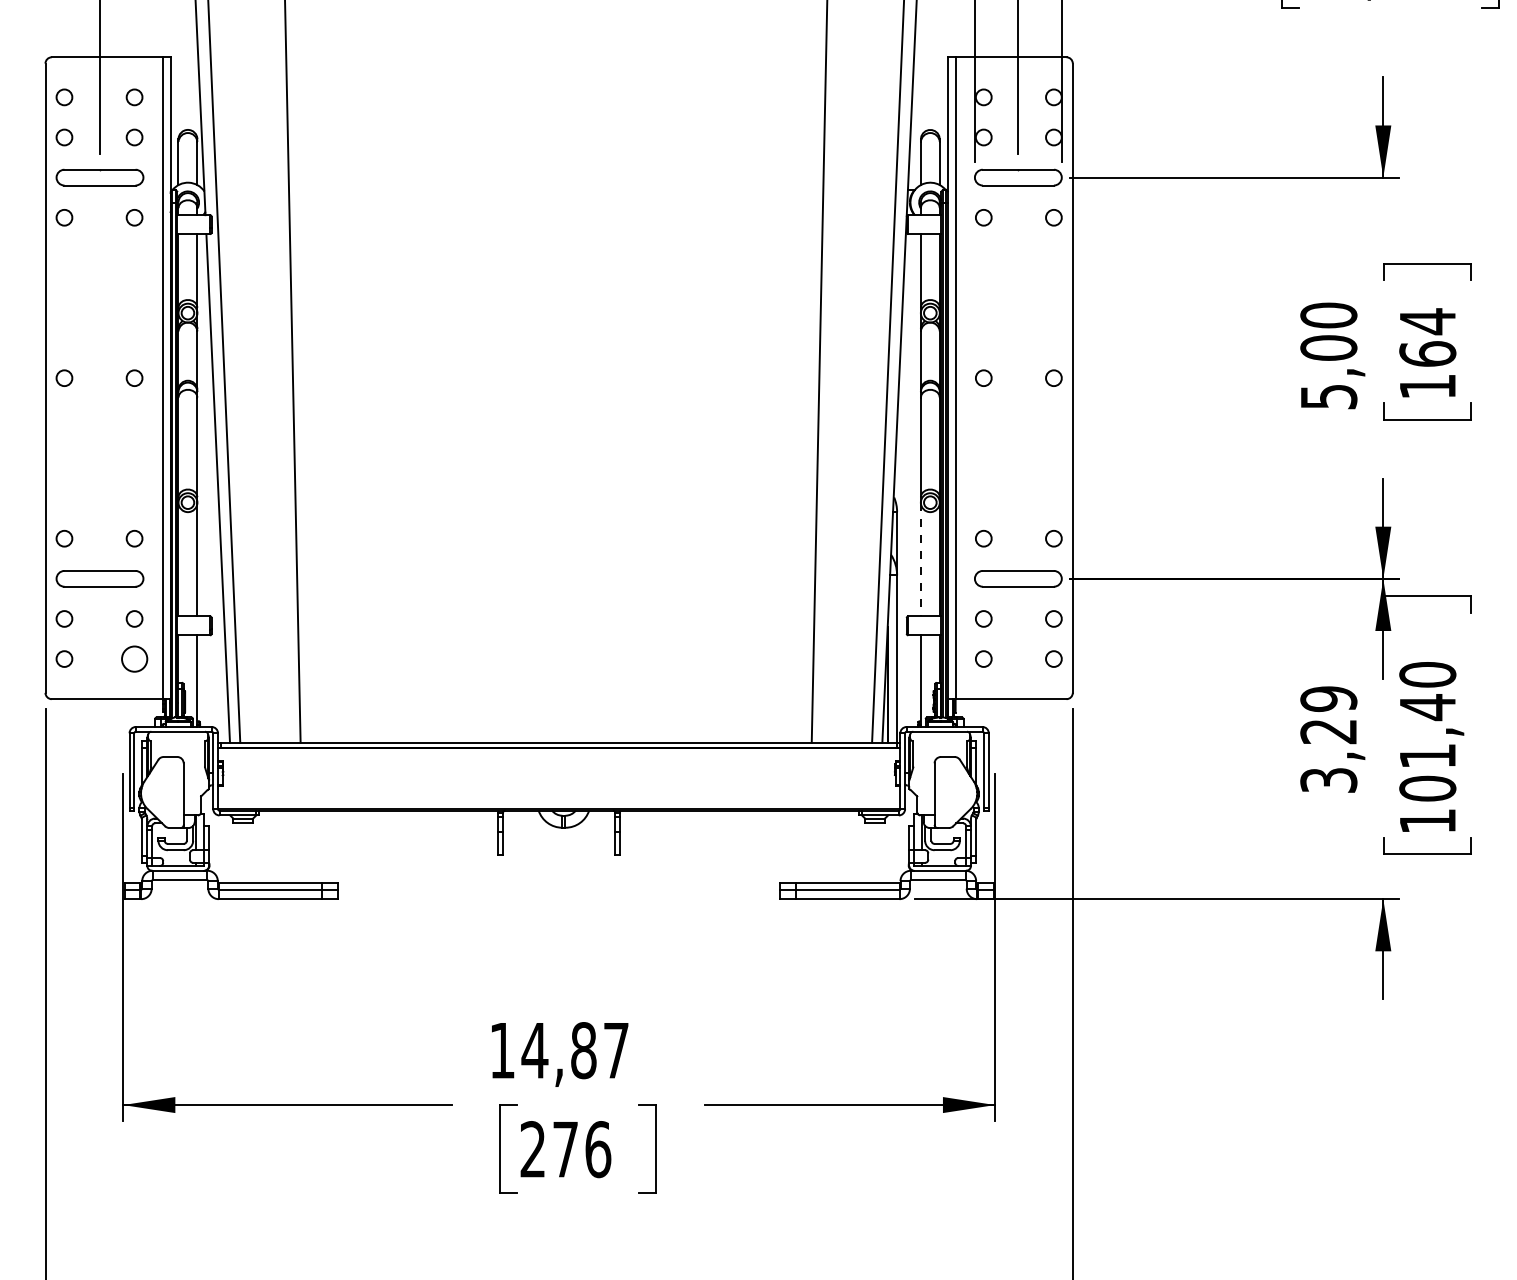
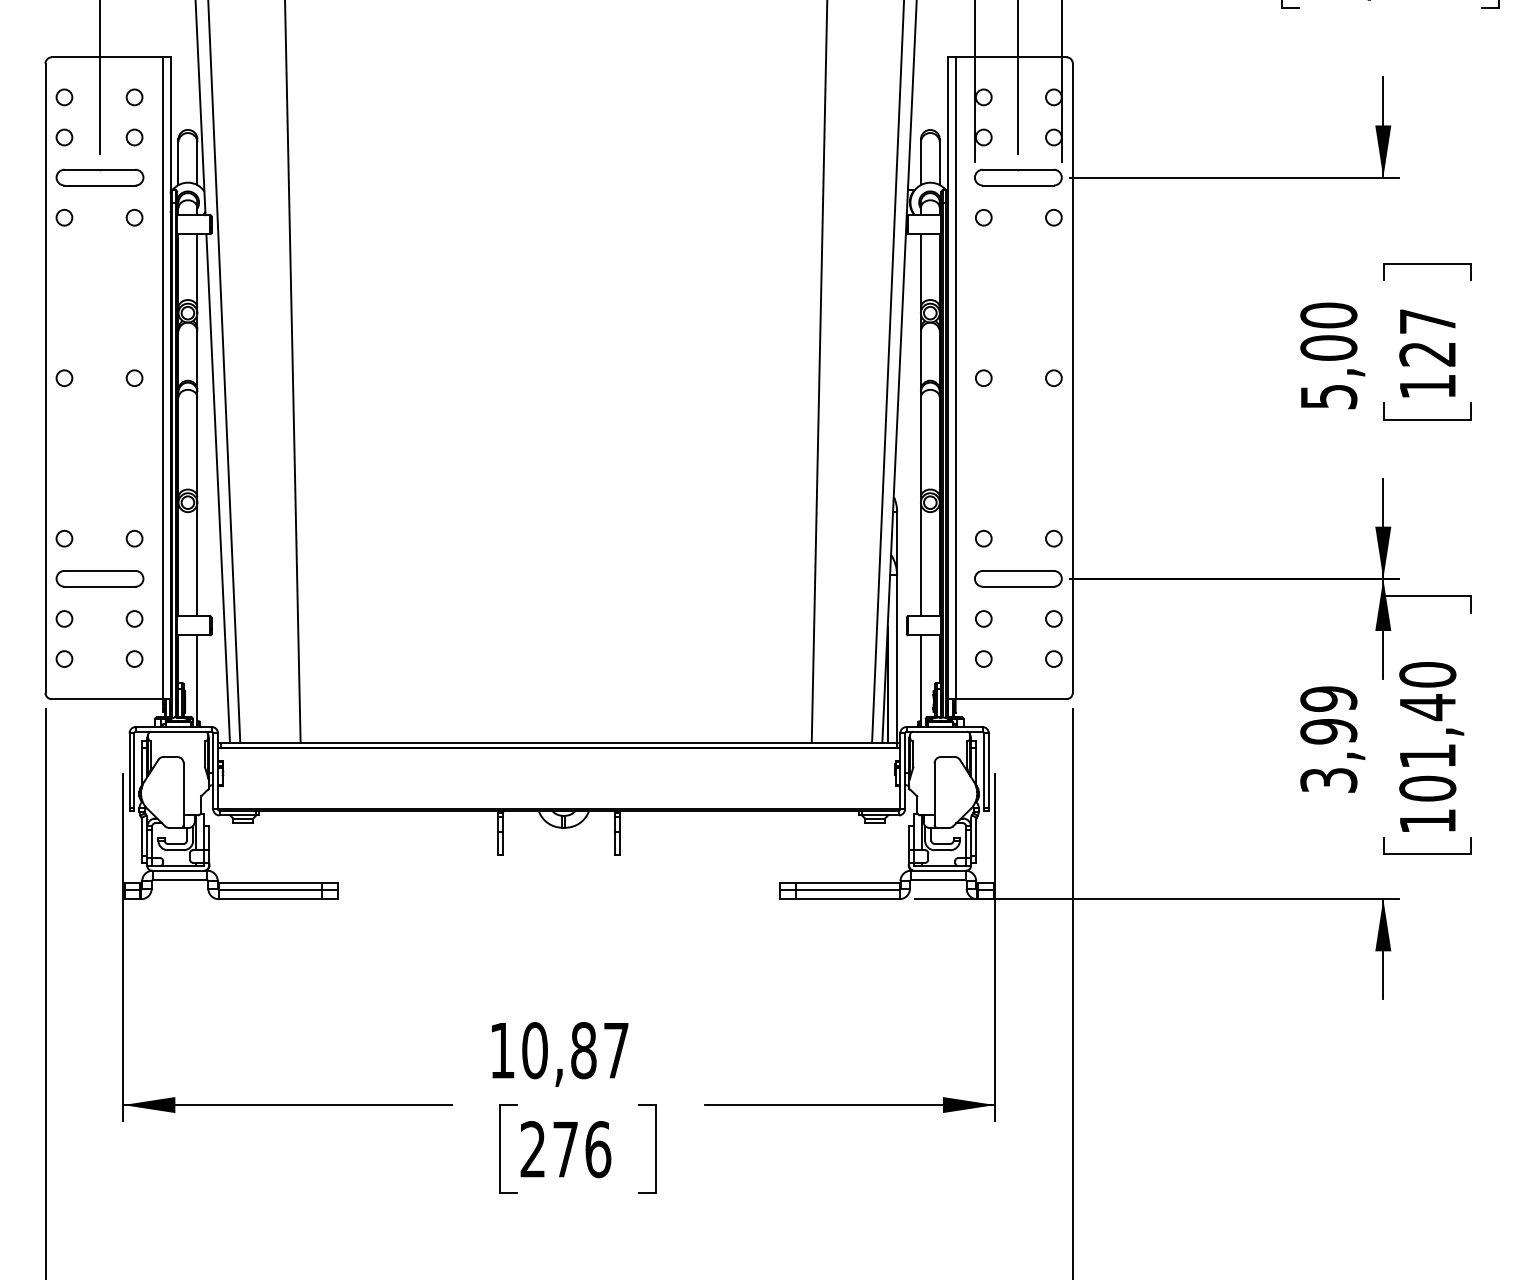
text at (1427, 337): 164 -> 127
line at (920, 559): dashed -> solid
circle at (134, 658) size: 28x28 px -> 19x18 px
text at (1328, 731): 3,29 -> 3,99
text at (534, 1050): 14,87 -> 10,87
